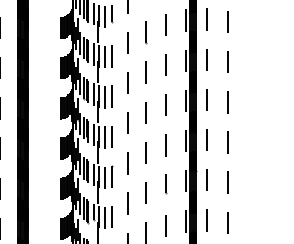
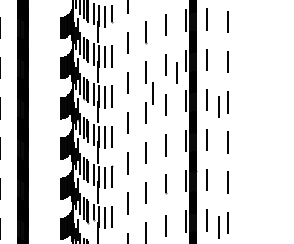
line at (176, 72): none -> present
line at (152, 93): none -> present
line at (218, 106): none -> present
line at (218, 227): none -> present
